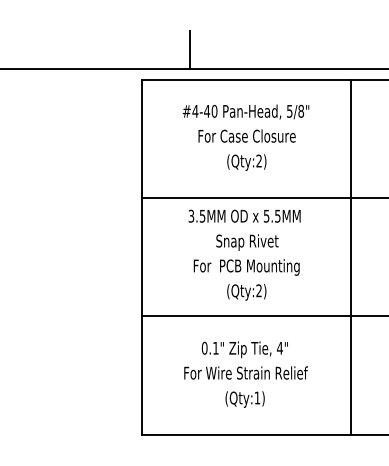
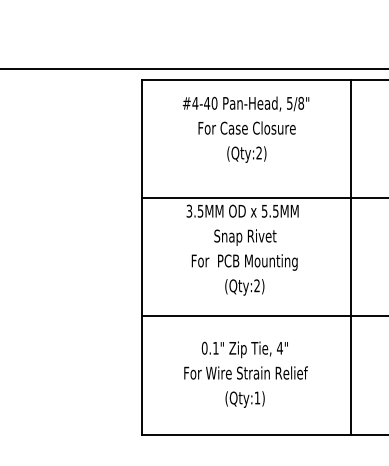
line at (190, 50): present -> none
text at (245, 137) position: (245, 137) -> (245, 129)
text at (244, 254) position: (244, 254) -> (242, 249)
